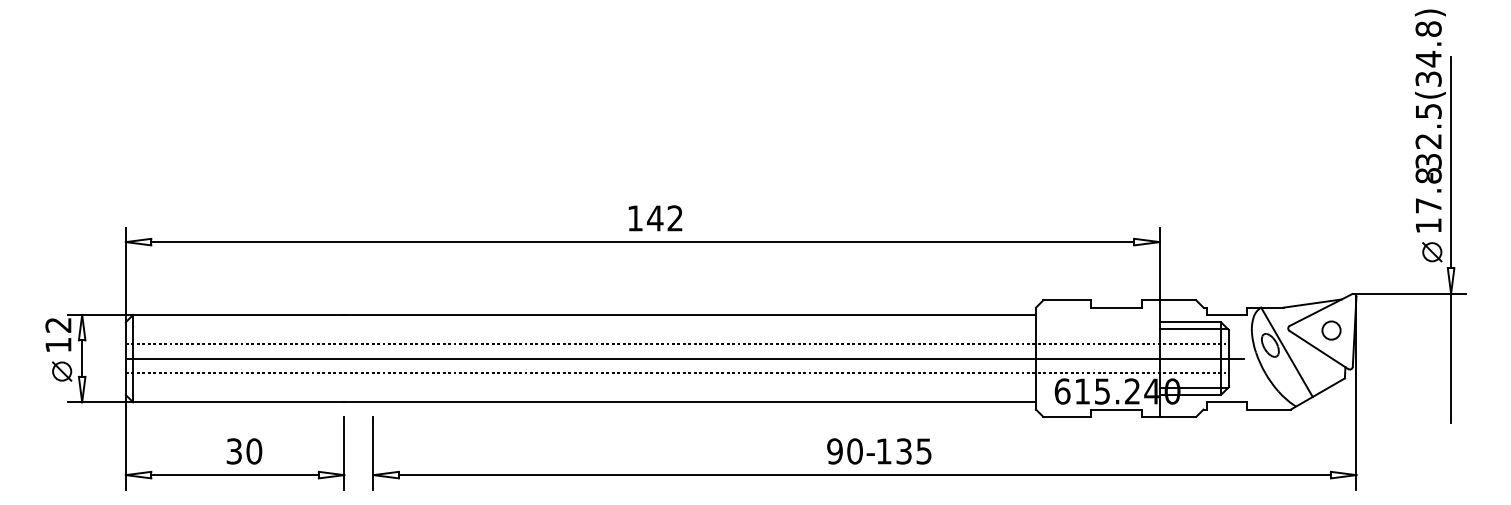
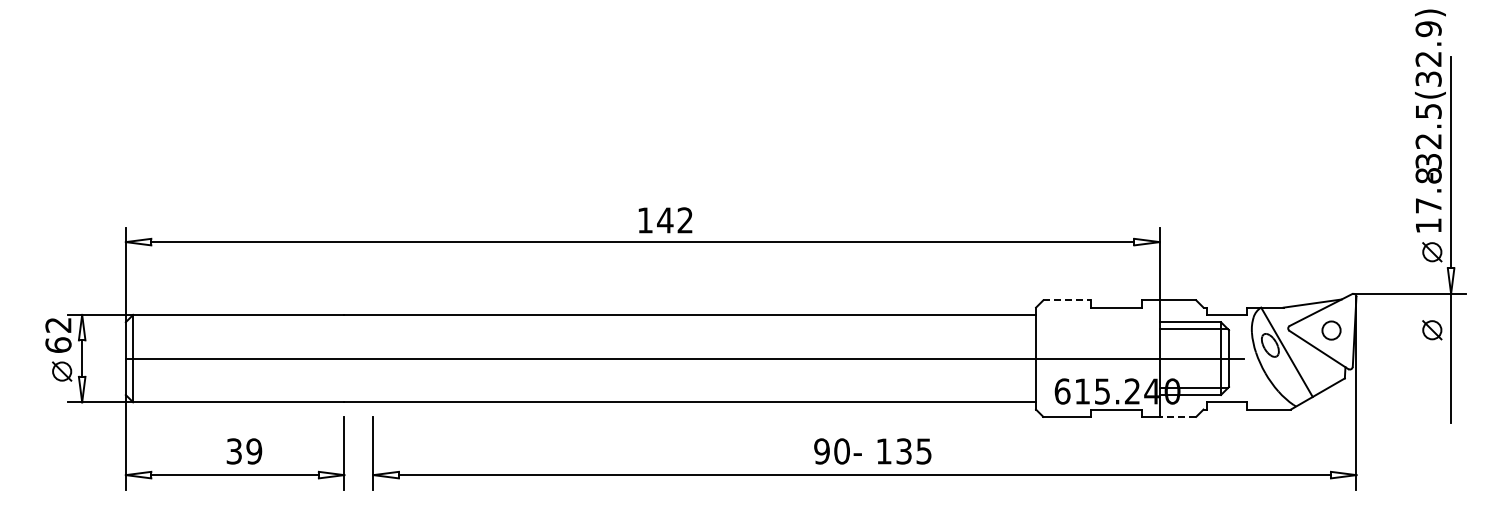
text at (1428, 44): -32.5(34.8) -> -32.5(32.9)
text at (655, 218) position: (655, 218) -> (665, 220)
line at (1067, 300): solid -> dashed
part at (1432, 330): none -> present
text at (58, 344): 12 -> 62
line at (677, 344): present -> none
line at (677, 373): present -> none
line at (1177, 416): solid -> dashed
text at (254, 451): 30 -> 39
text at (850, 451) position: (850, 451) -> (837, 451)
